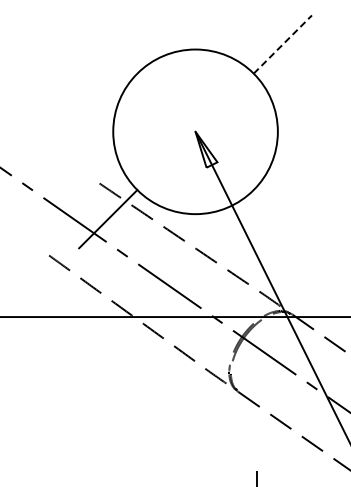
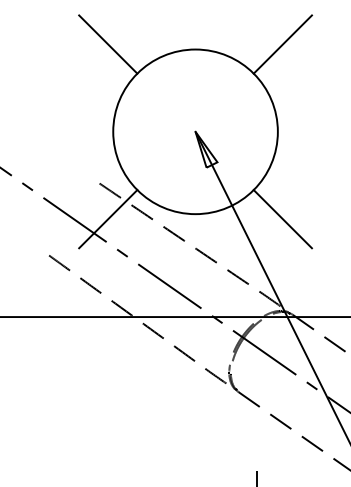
line at (108, 44): none -> present
line at (283, 44): dashed -> solid
line at (282, 219): none -> present
